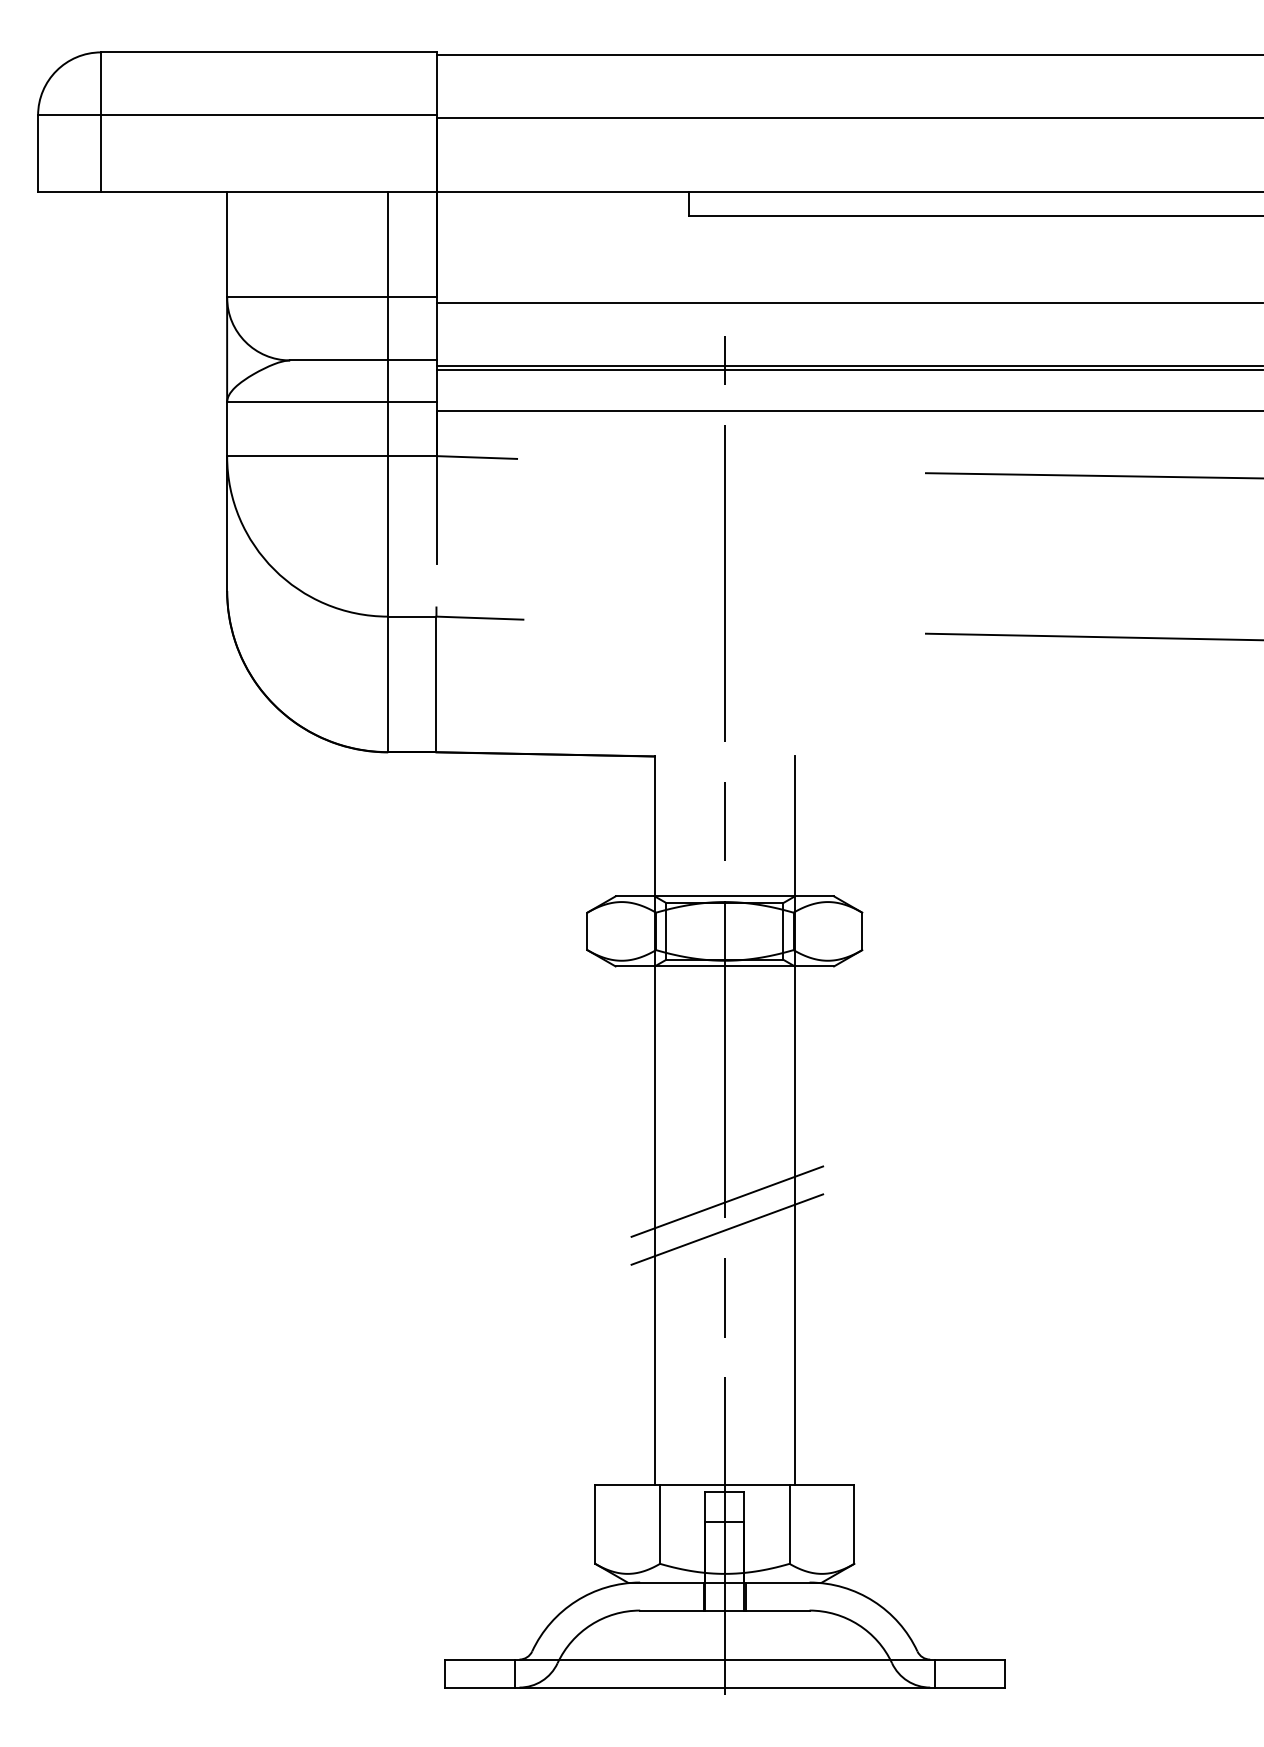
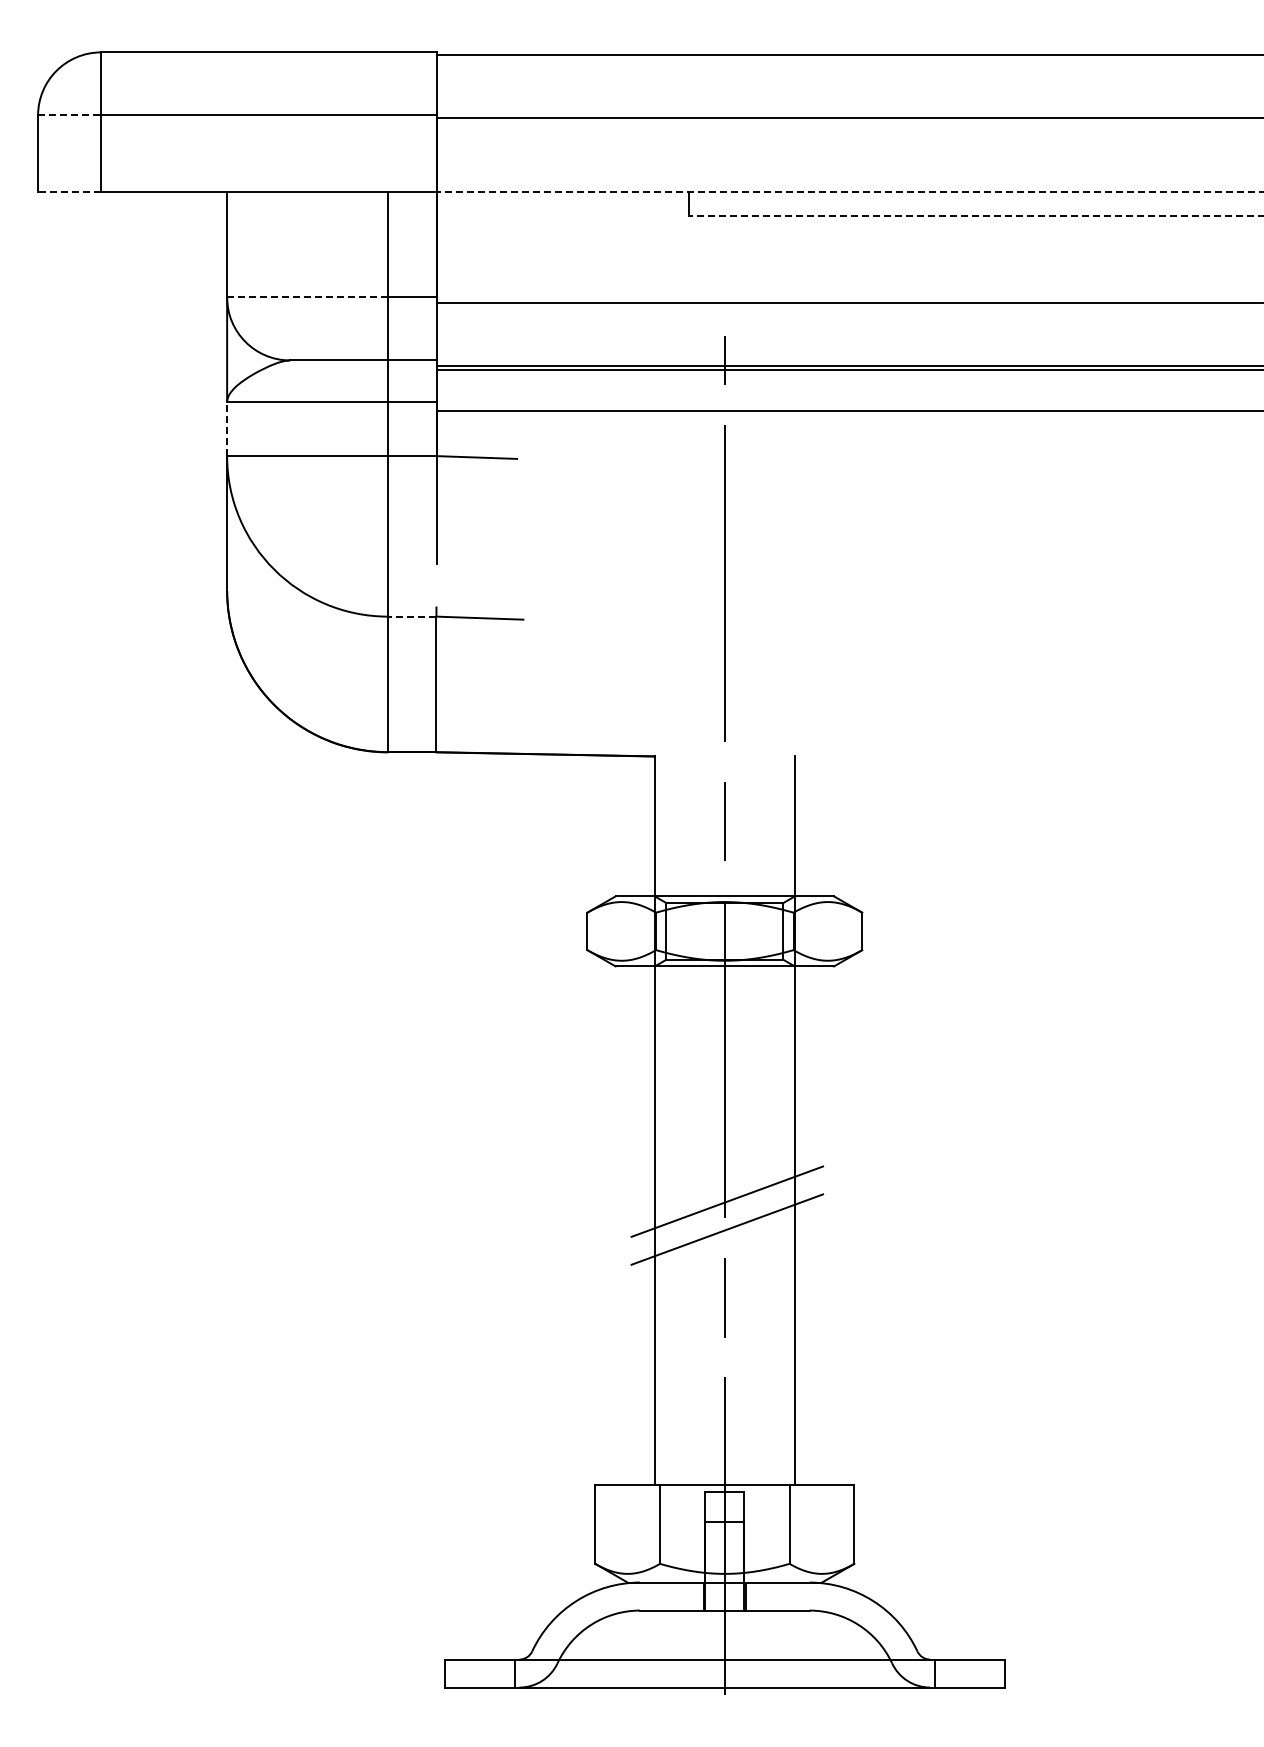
line at (69, 115): solid -> dashed
line at (69, 192): solid -> dashed
line at (850, 192): solid -> dashed
line at (976, 215): solid -> dashed
line at (307, 297): solid -> dashed
line at (227, 429): solid -> dashed
line at (1092, 475): present -> none
line at (411, 616): solid -> dashed
line at (1092, 636): present -> none
